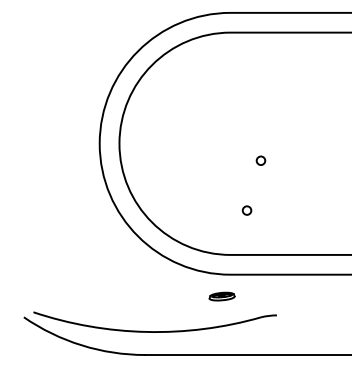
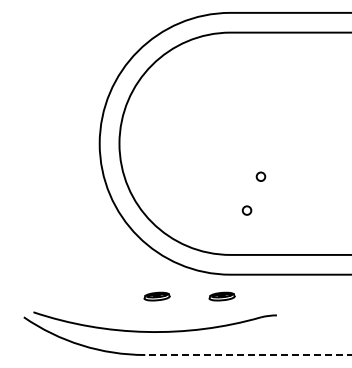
circle at (260, 160) position: (260, 160) -> (260, 176)
part at (156, 296): none -> present
line at (248, 355): solid -> dashed
